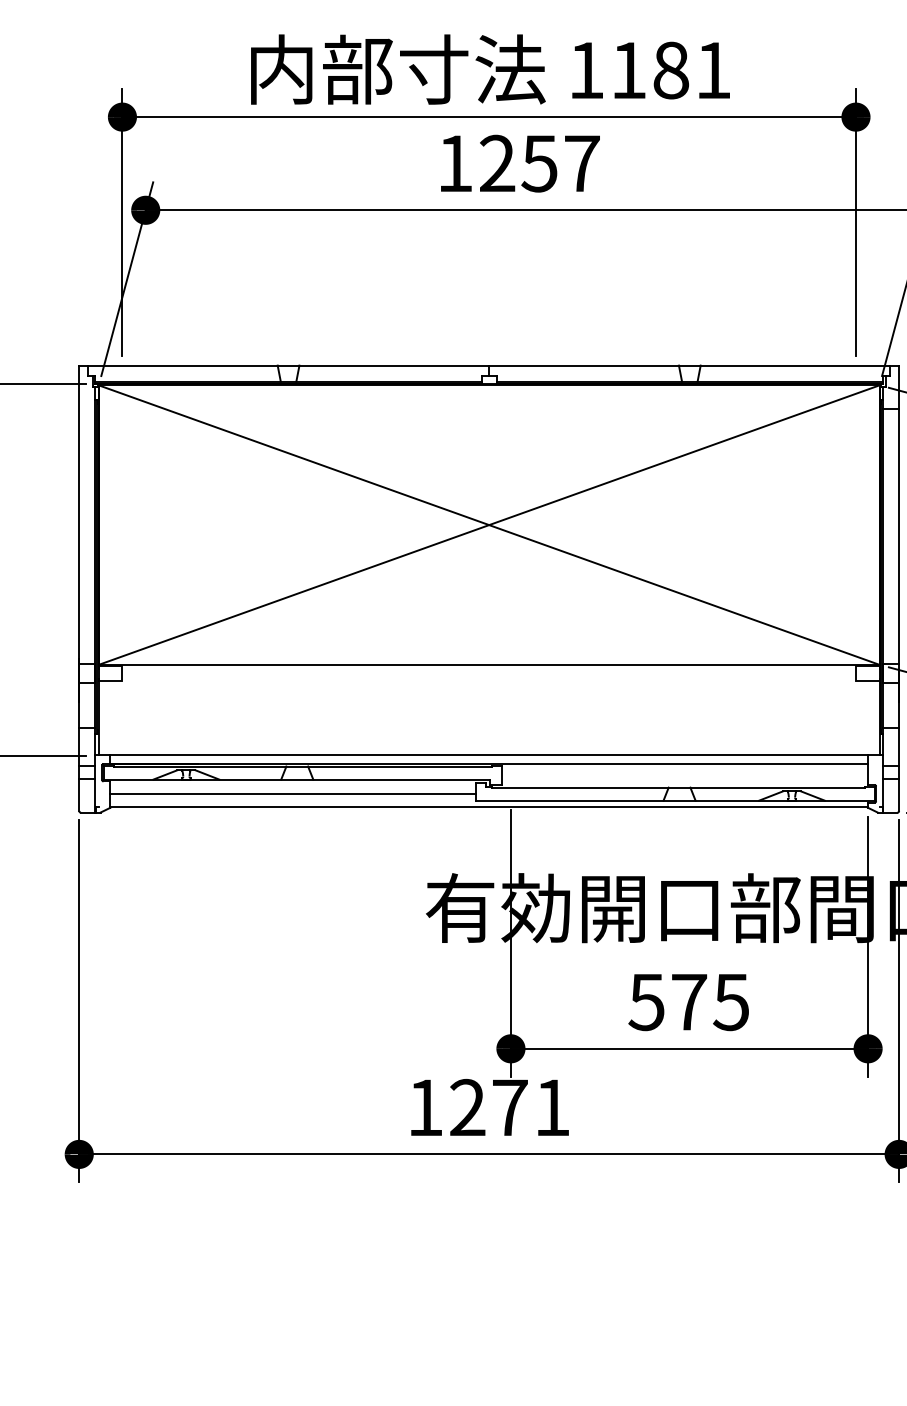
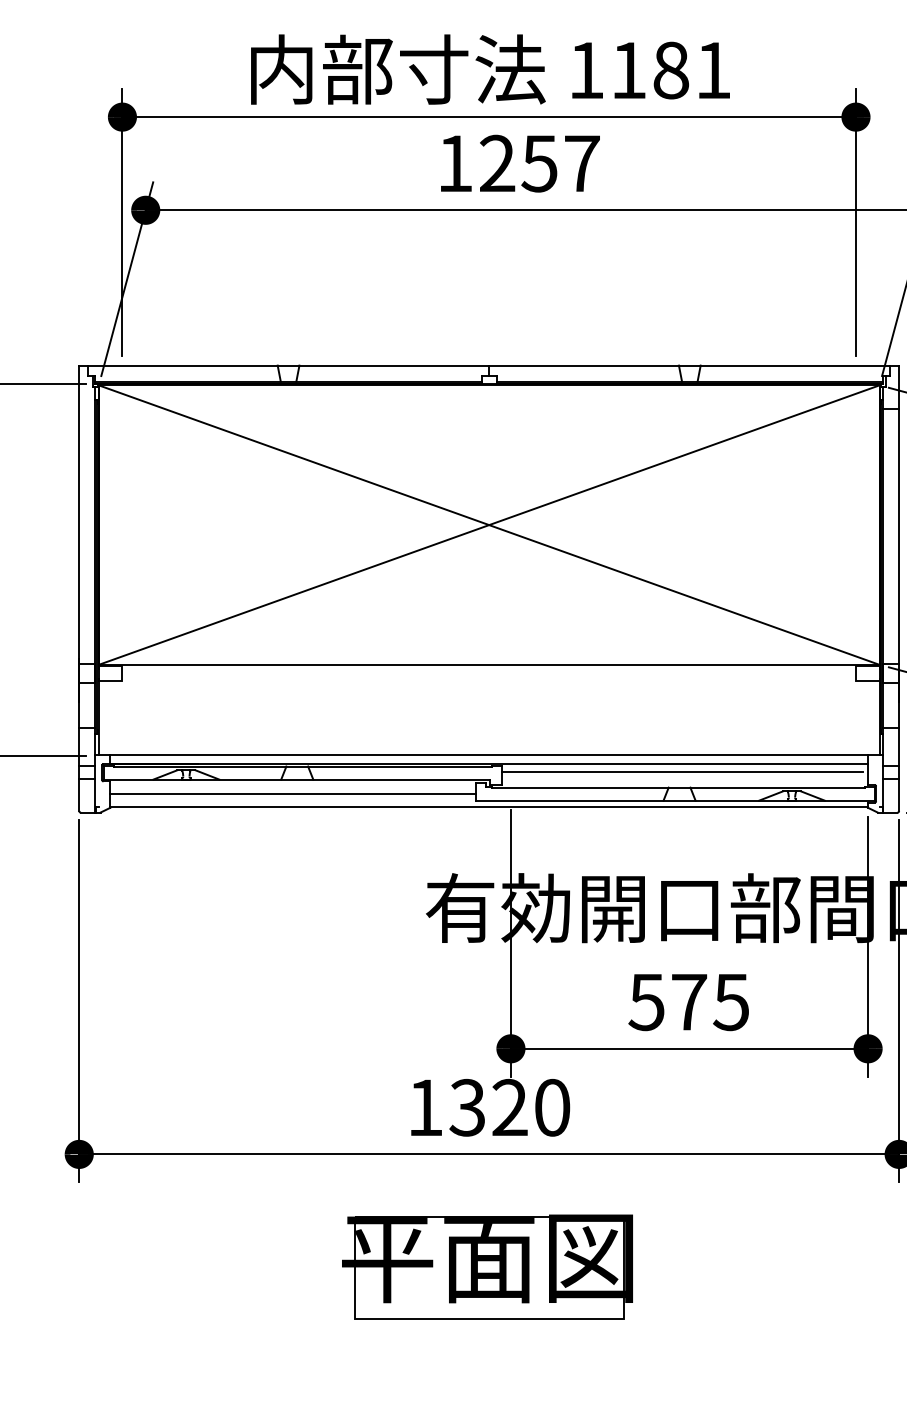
line at (682, 772): none -> present
text at (509, 1107): 1271 -> 1320
part at (487, 1266): none -> present
